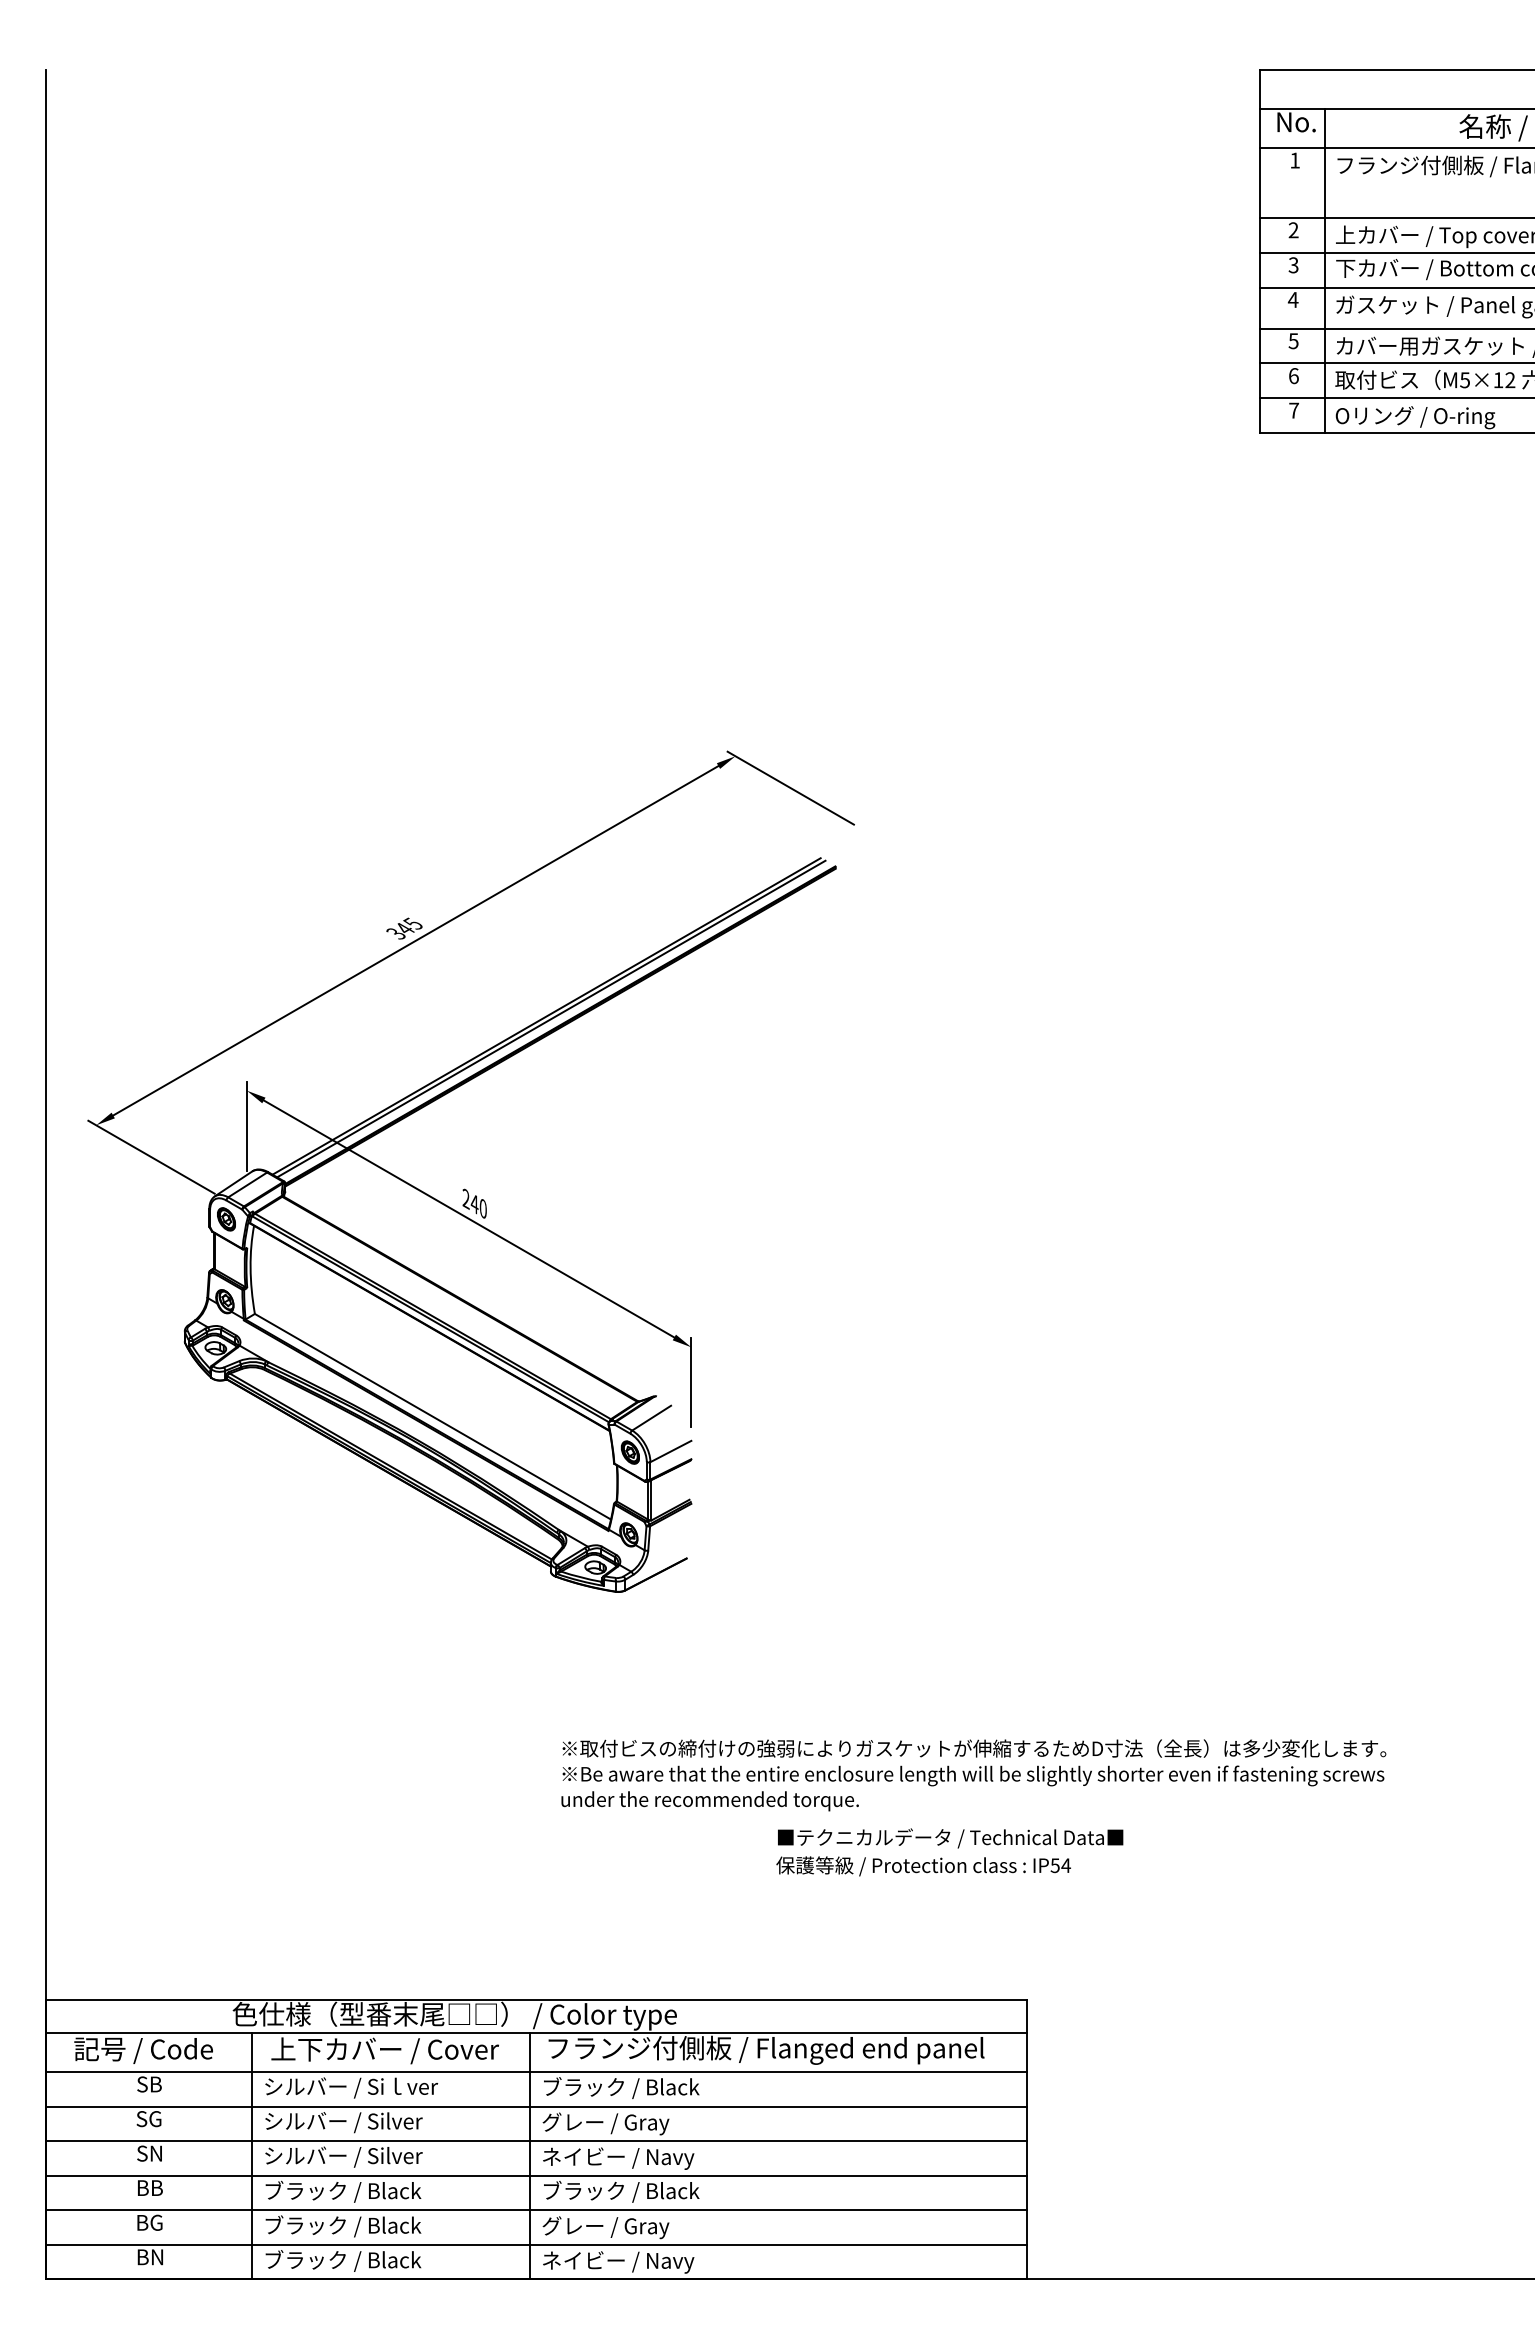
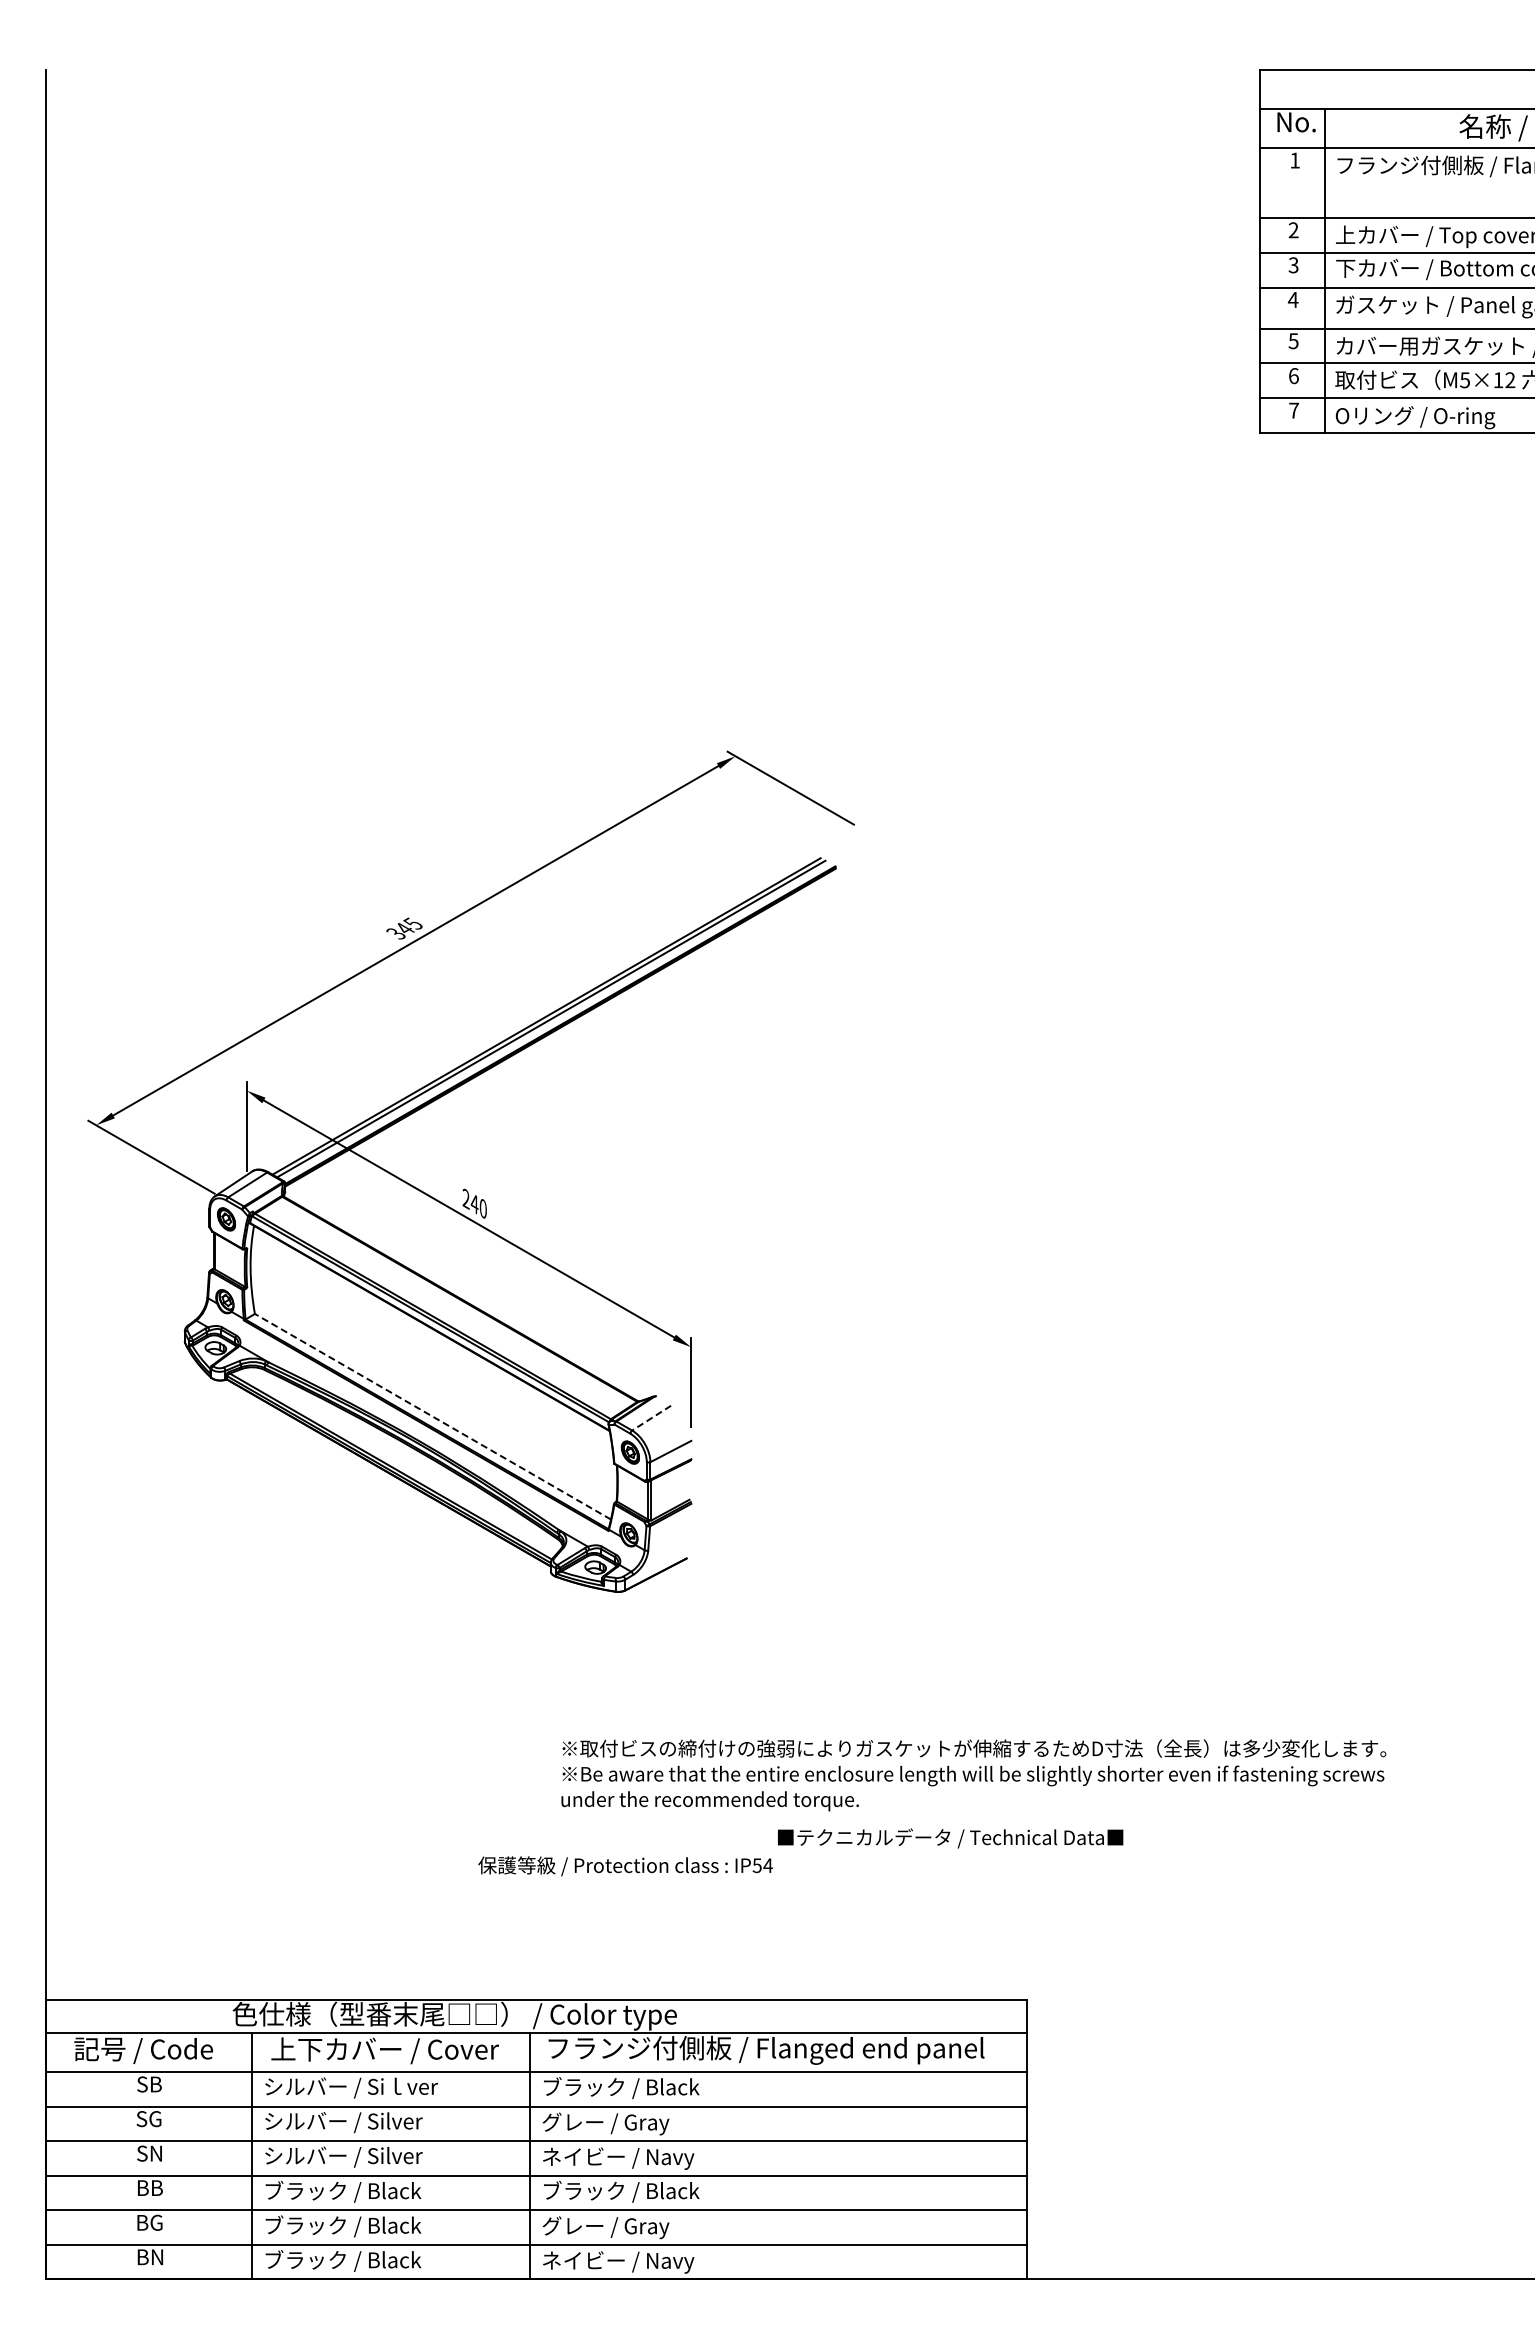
line at (432, 1416): solid -> dashed
line at (651, 1418): solid -> dashed
text at (923, 1866) position: (923, 1866) -> (625, 1866)
